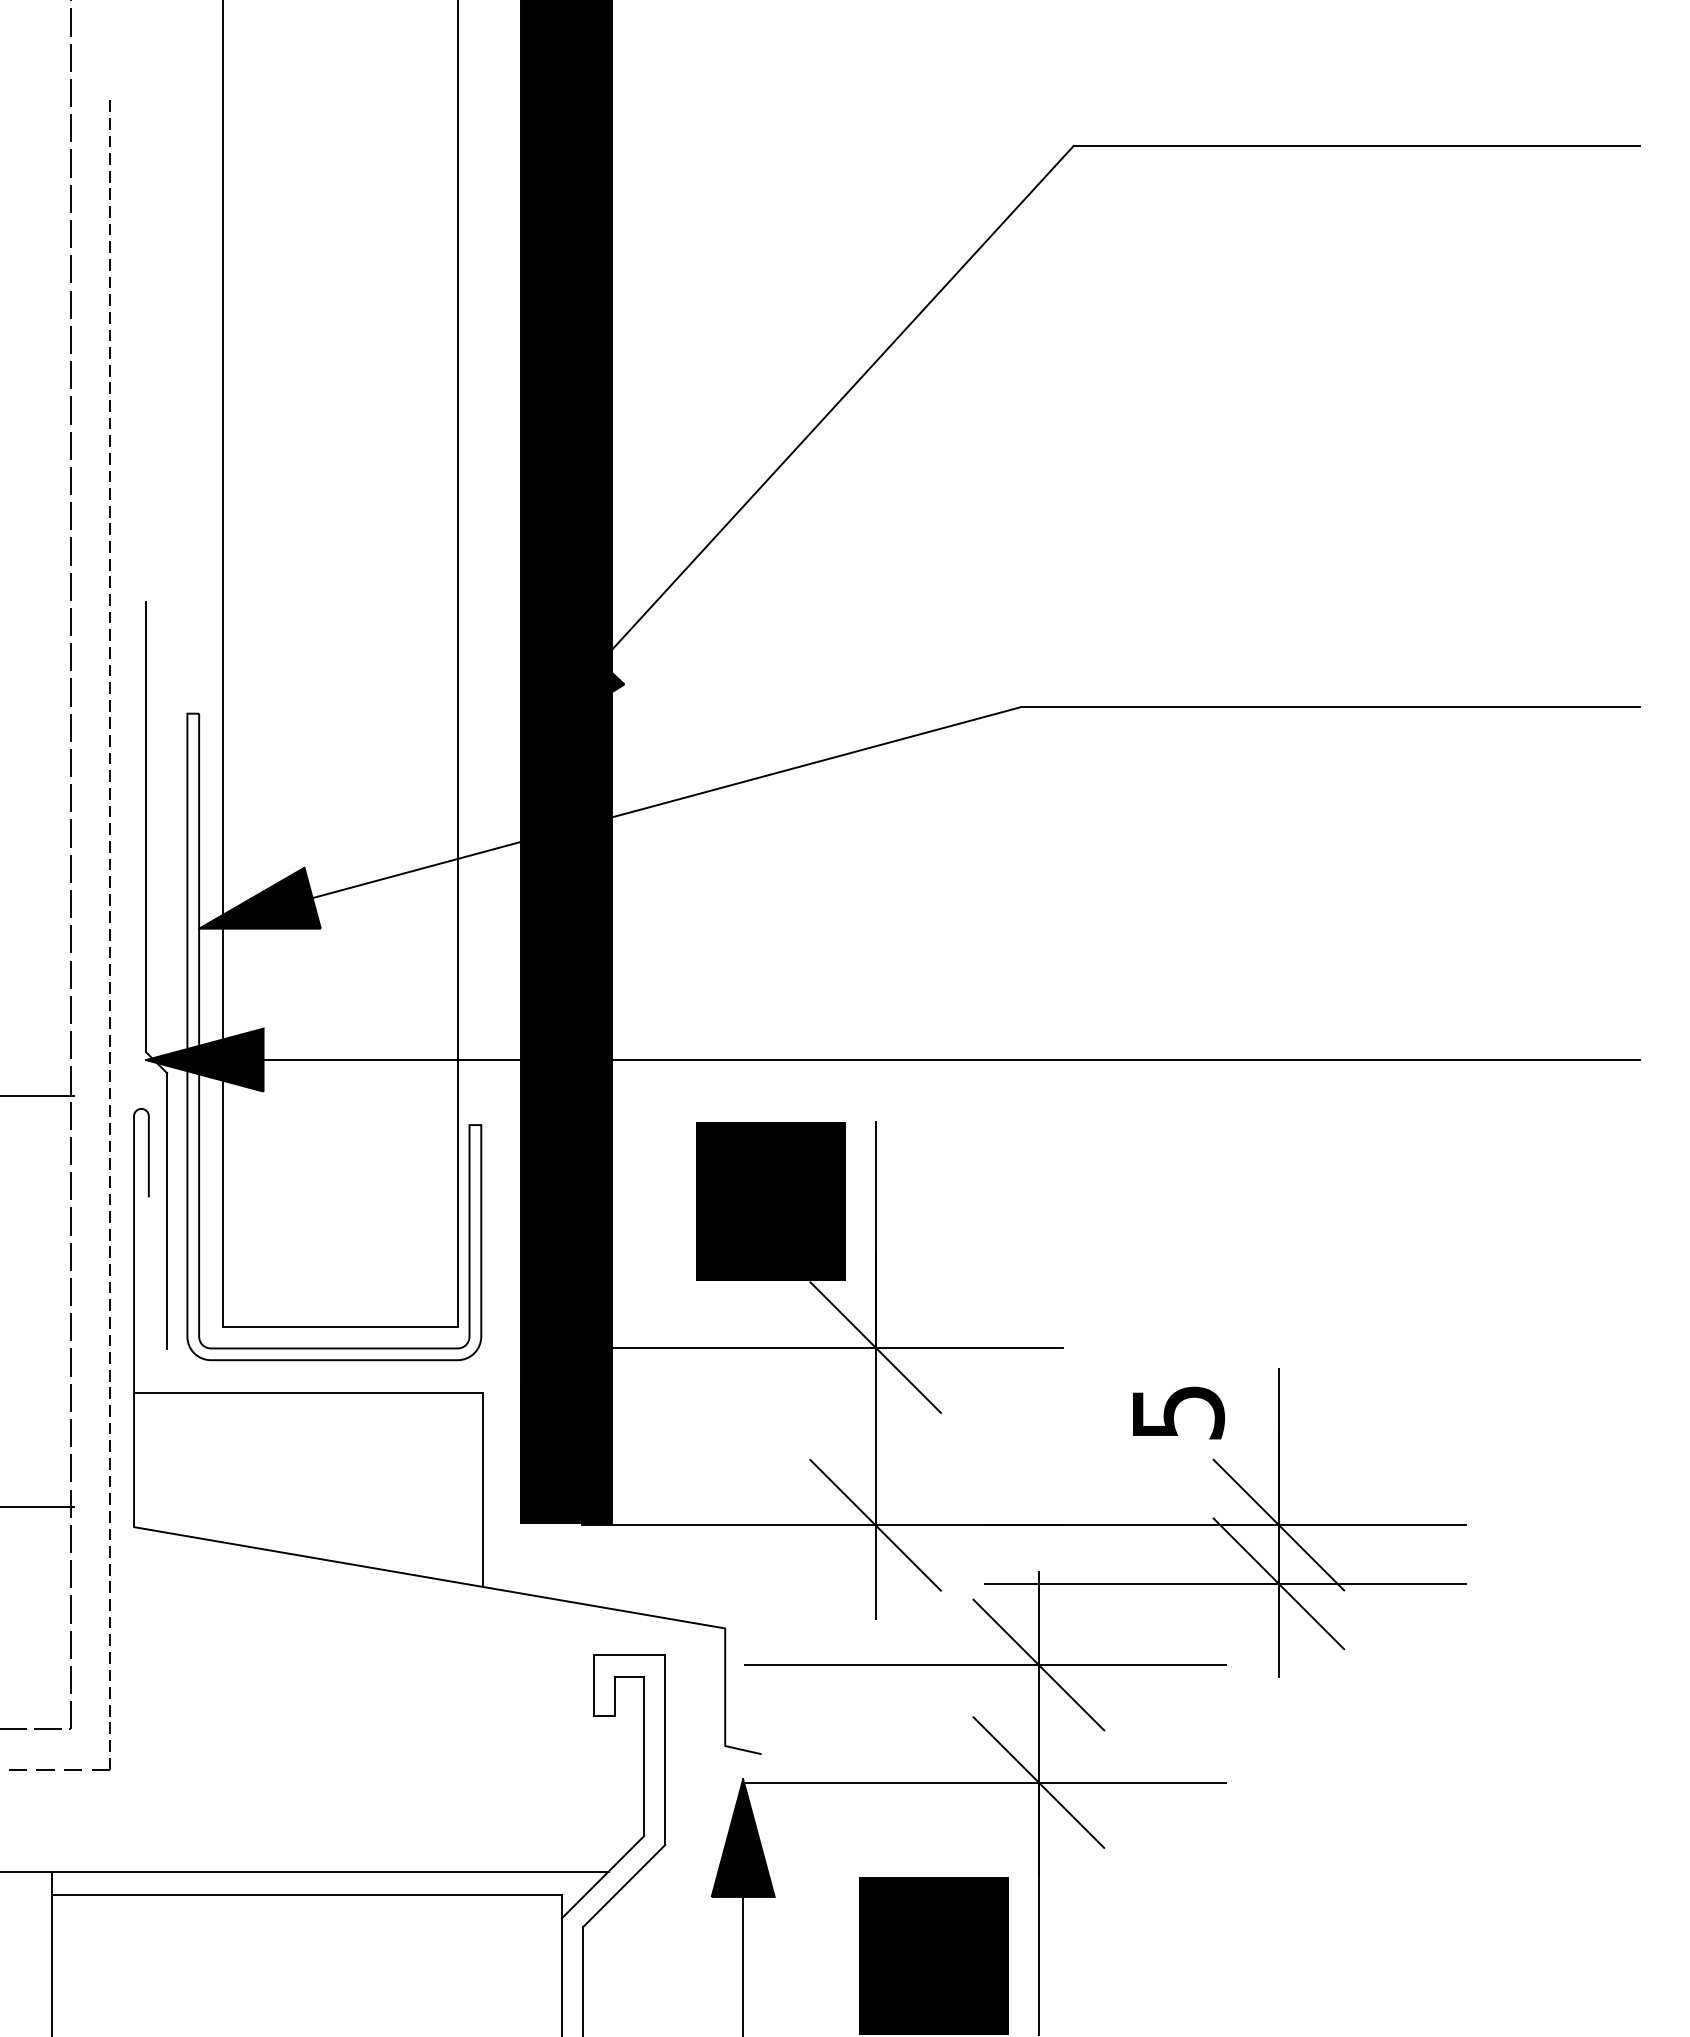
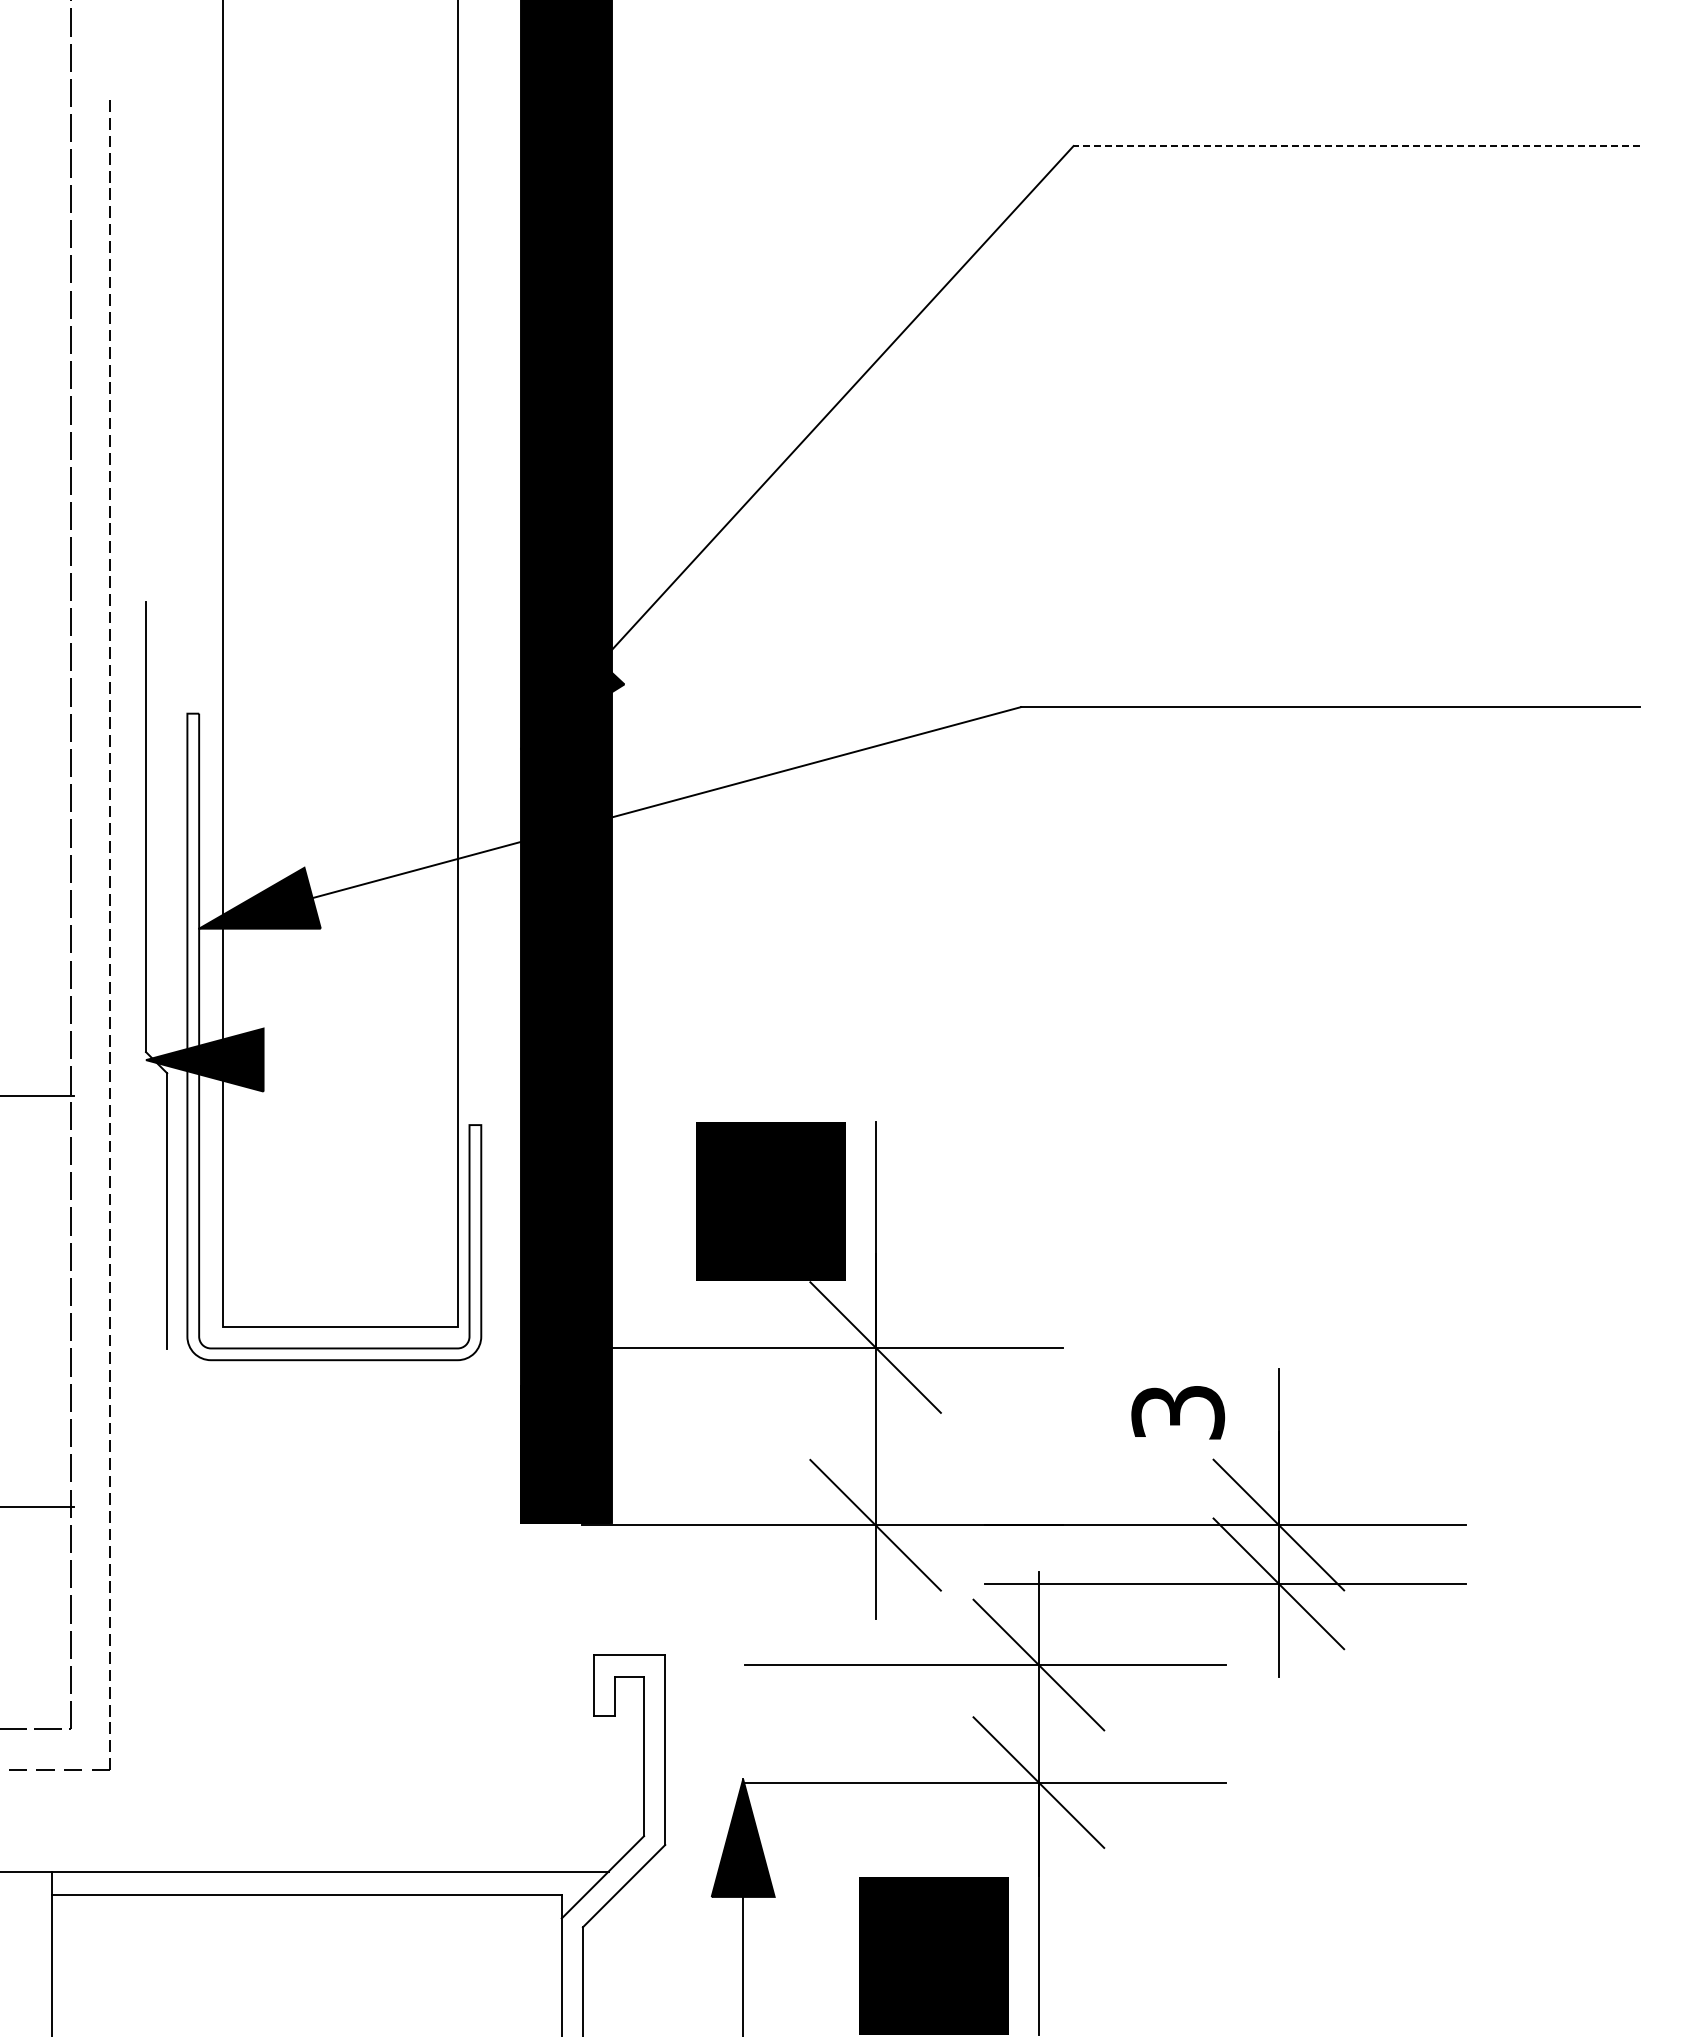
line at (1356, 146): solid -> dashed
line at (892, 1060): present -> none
text at (1177, 1412): 5 -> 3
part at (447, 1431): present -> none
